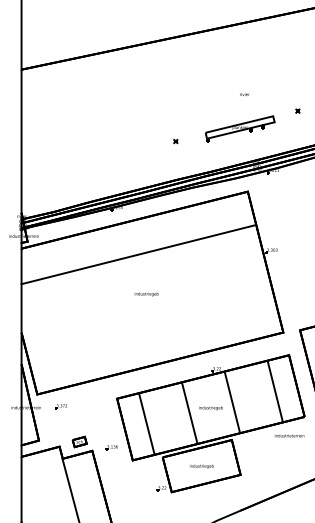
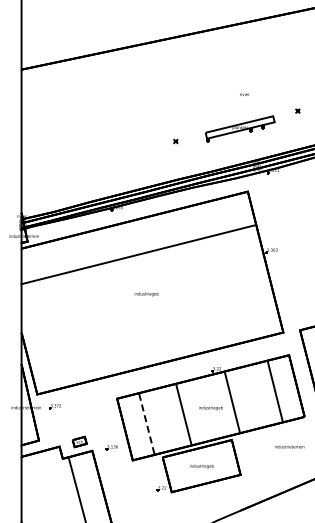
part at (60, 406) position: (60, 406) -> (54, 406)
line at (189, 412) position: (189, 412) -> (183, 413)
line at (146, 423): solid -> dashed
text at (289, 435) position: (289, 435) -> (289, 446)
line at (70, 489) position: (70, 489) -> (76, 488)
